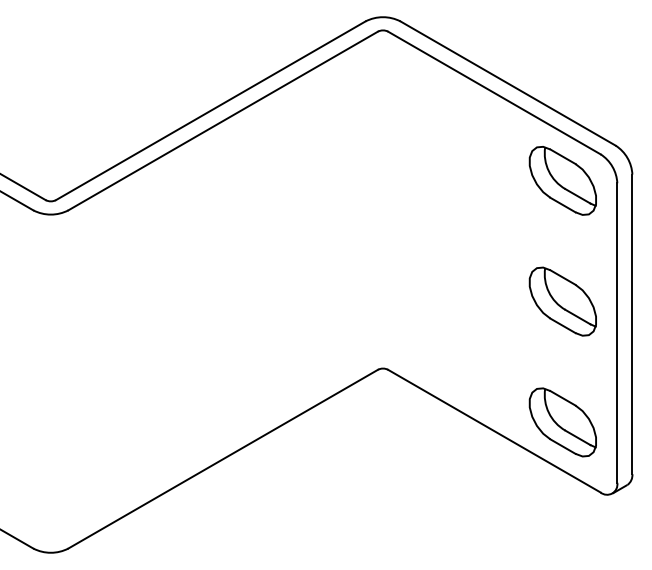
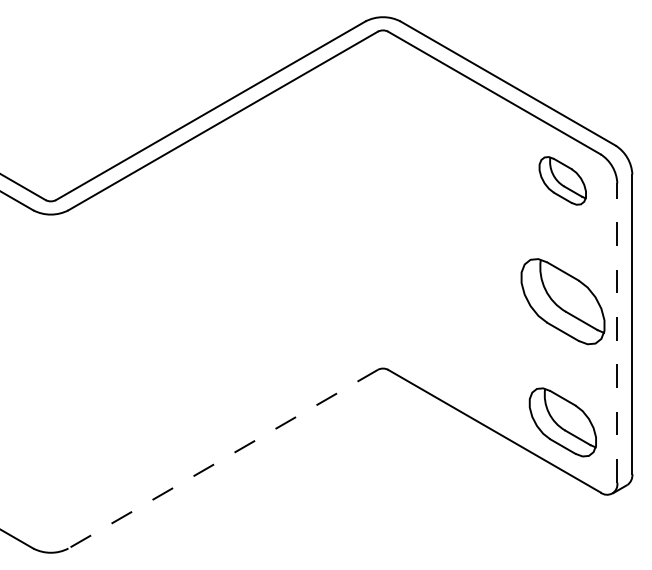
part at (562, 180) size: 69x70 px -> 49x50 px
part at (562, 301) size: 69x71 px -> 86x88 px
line at (617, 333): solid -> dashed
line at (223, 459): solid -> dashed
